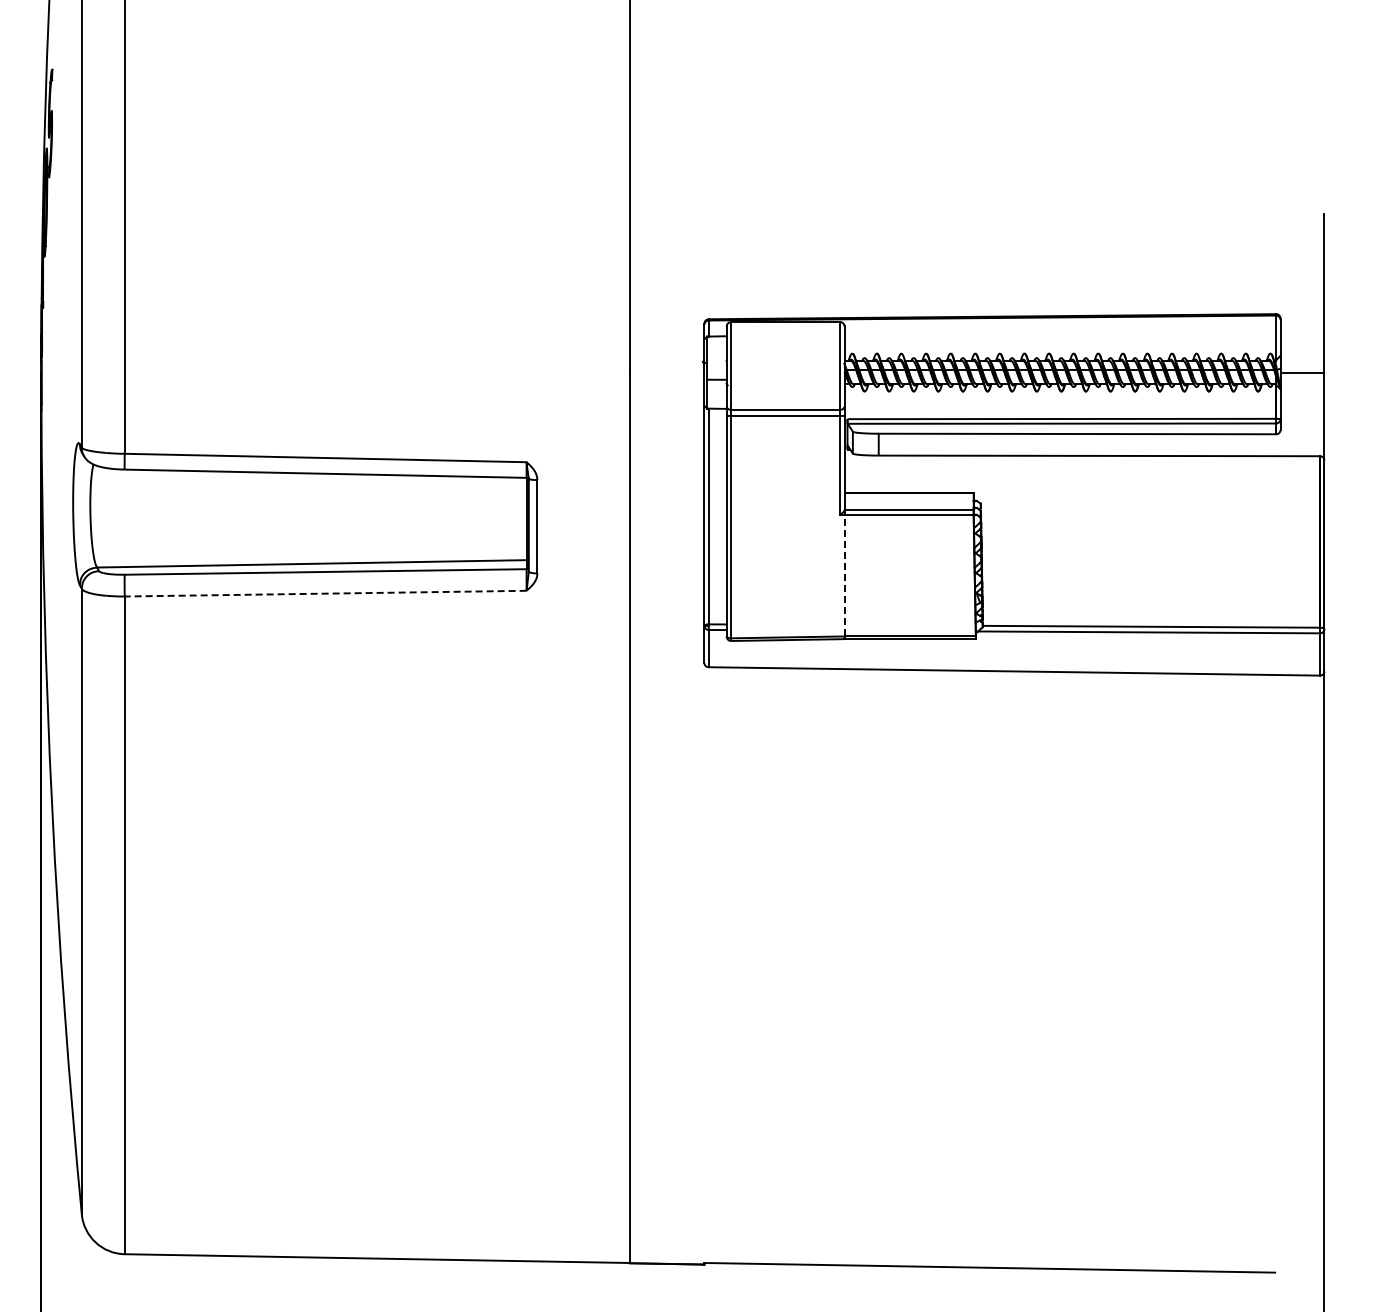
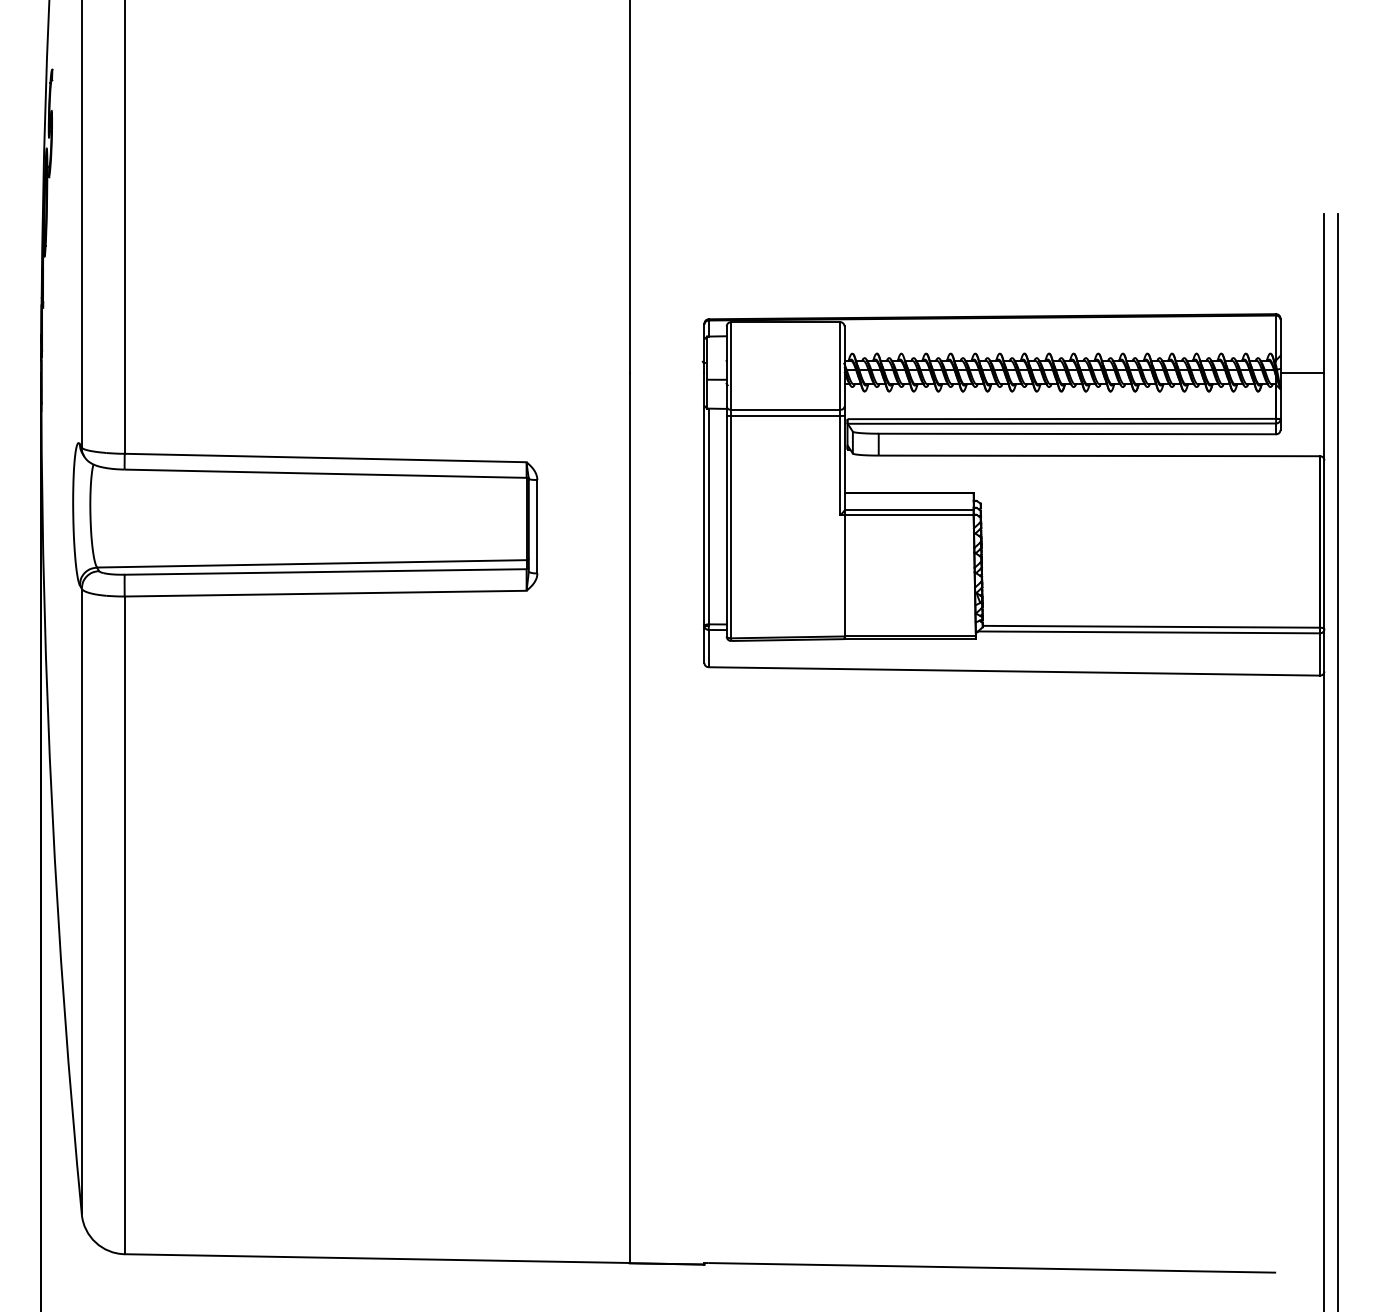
line at (844, 575): dashed -> solid
line at (325, 593): dashed -> solid
line at (1337, 761): none -> present
